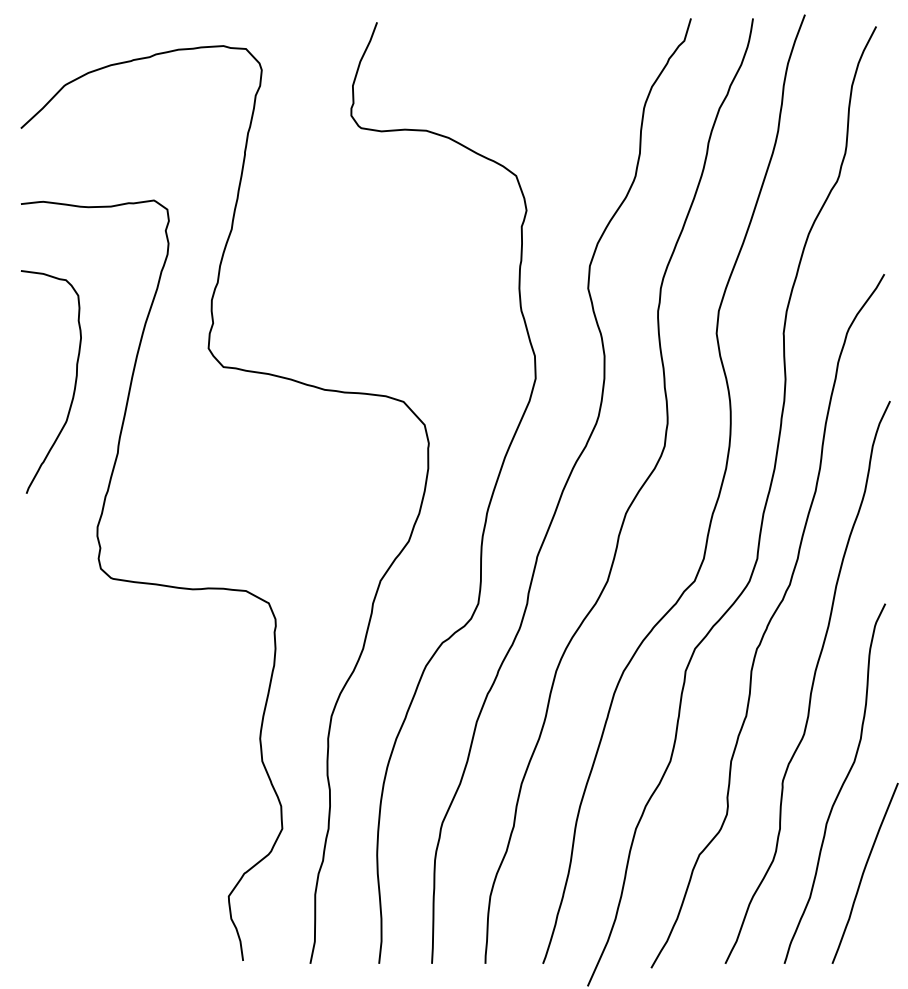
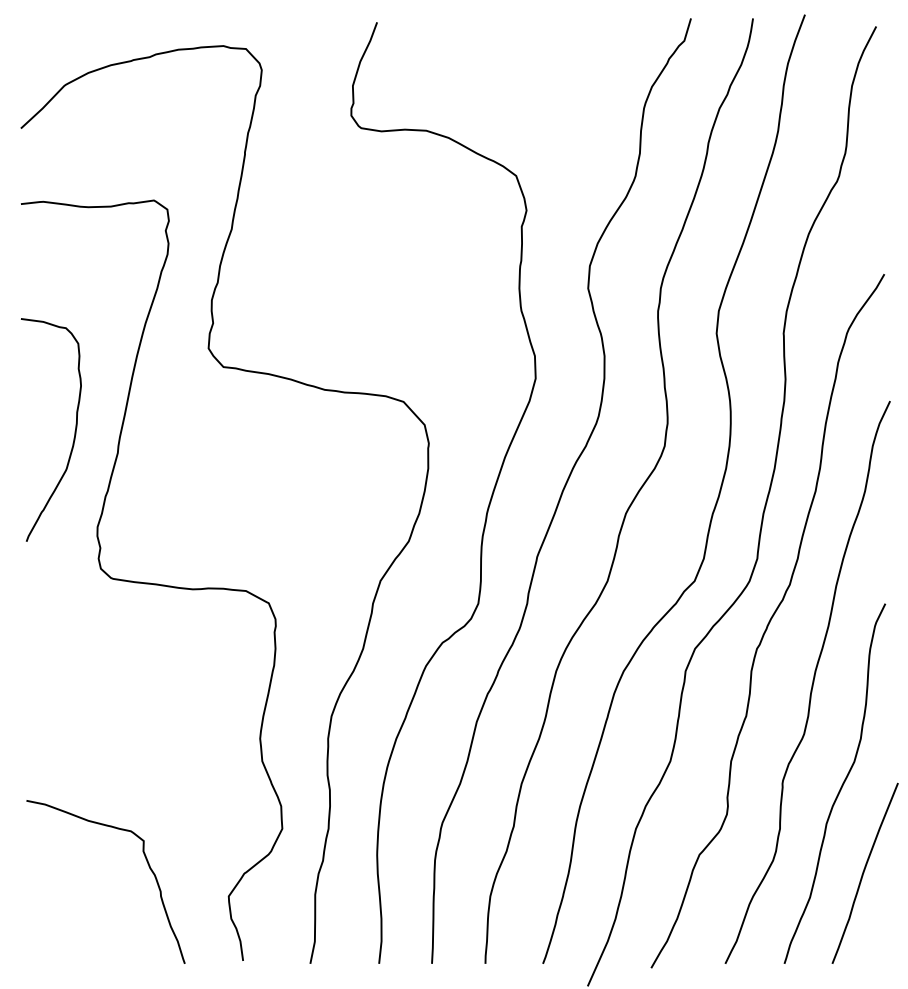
curve at (74, 383) position: (74, 383) -> (74, 431)
curve at (147, 864): none -> present
